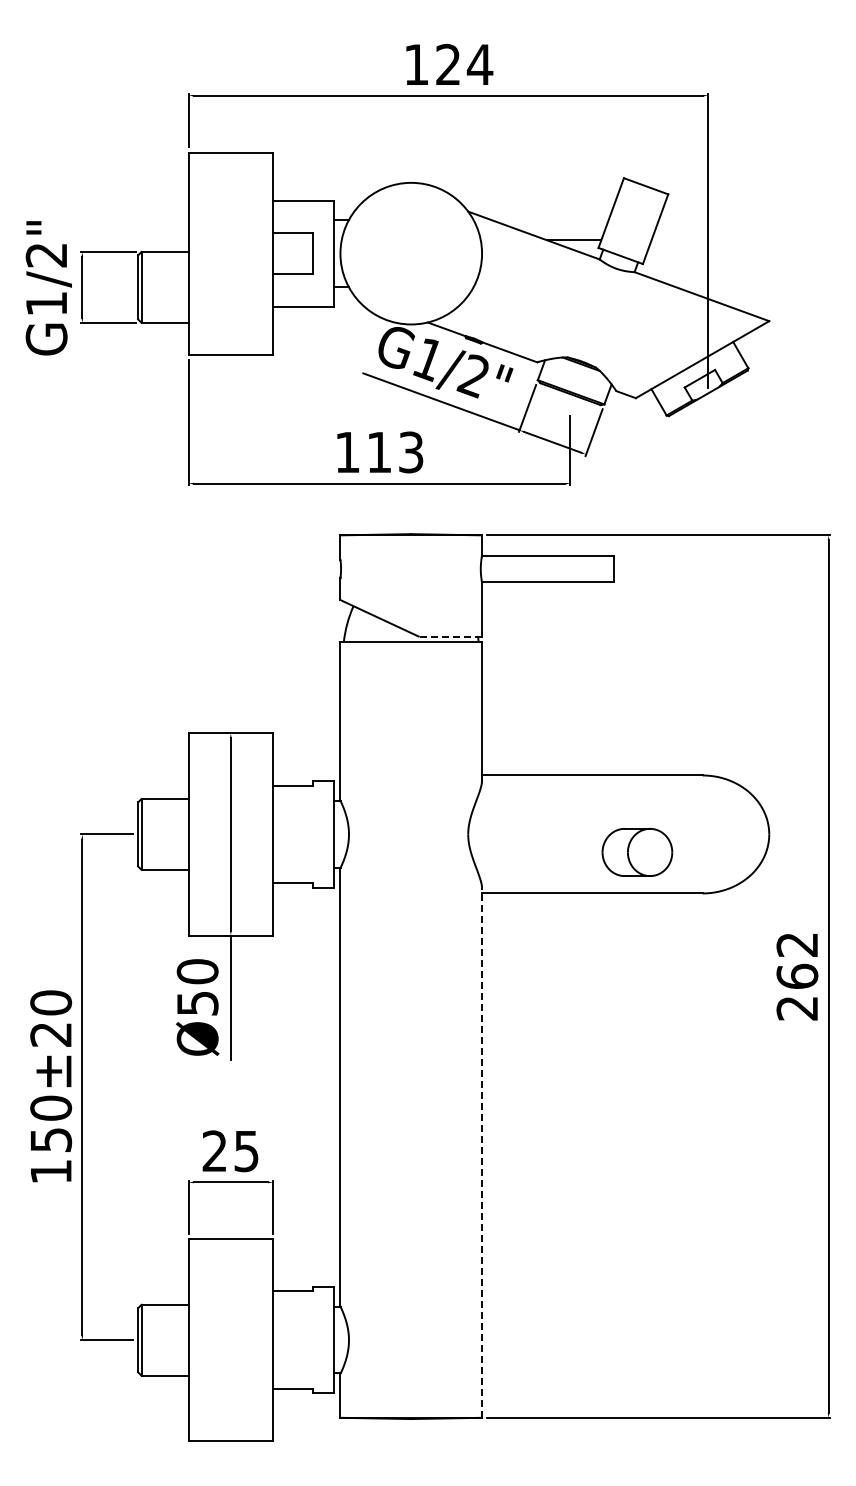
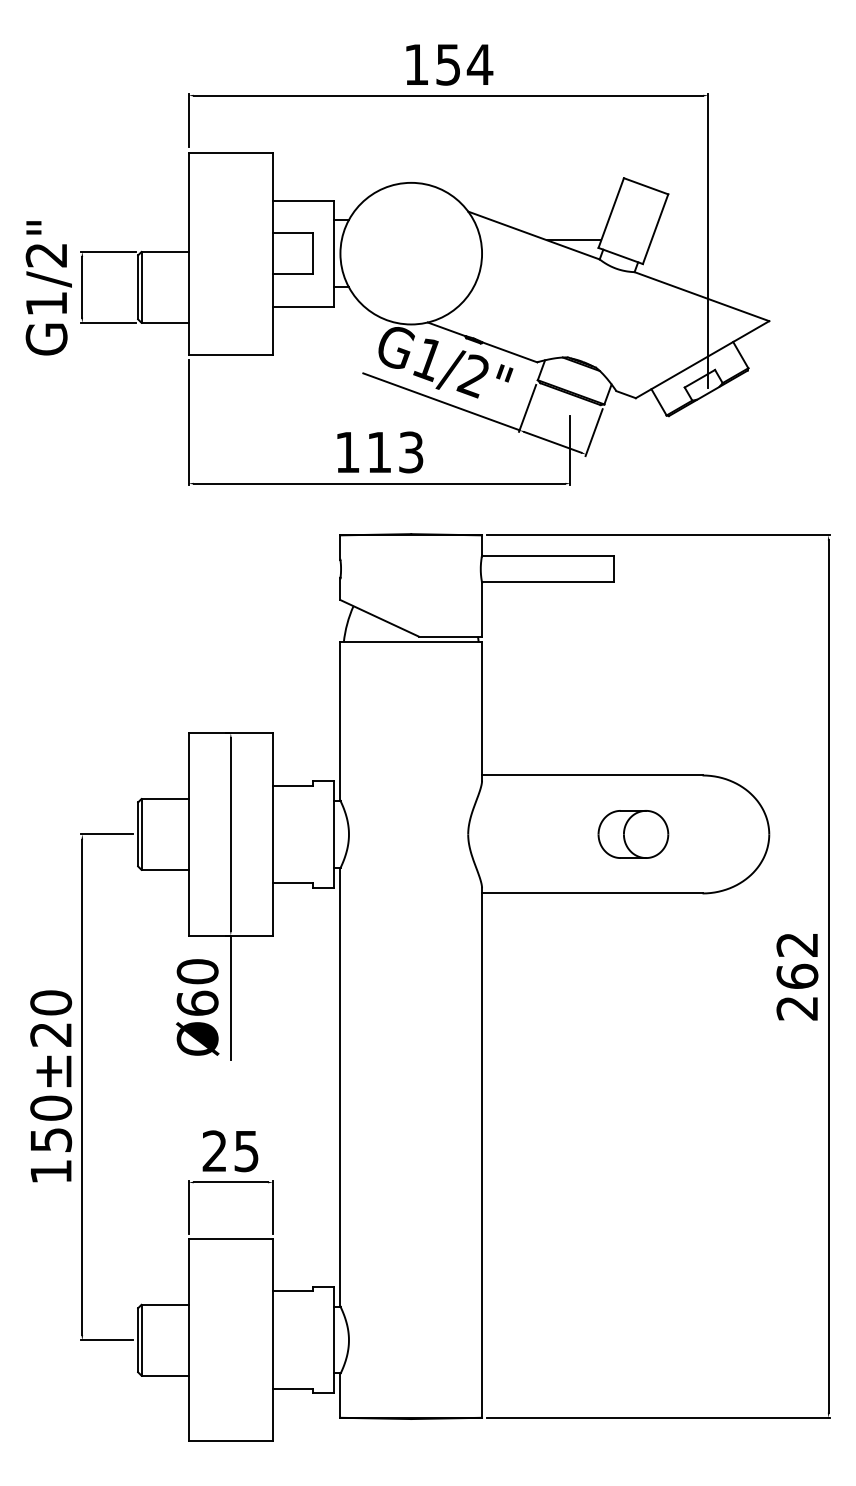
text at (447, 64): 124 -> 154
line at (450, 636): dashed -> solid
part at (637, 852) position: (637, 852) -> (633, 834)
text at (197, 1002): Ø50 -> Ø60
line at (482, 1153): dashed -> solid
